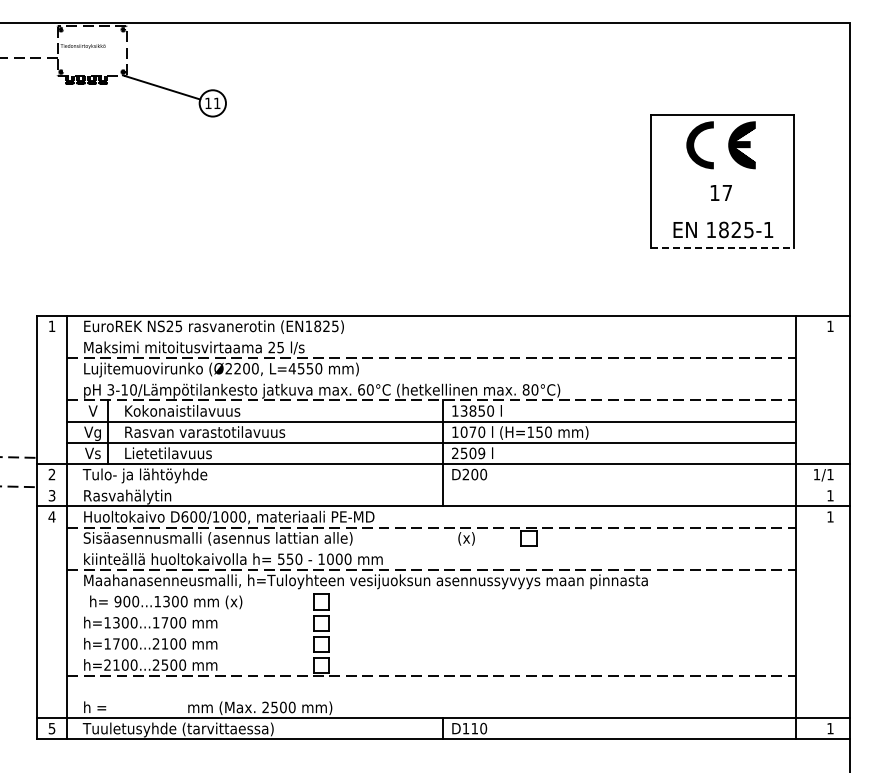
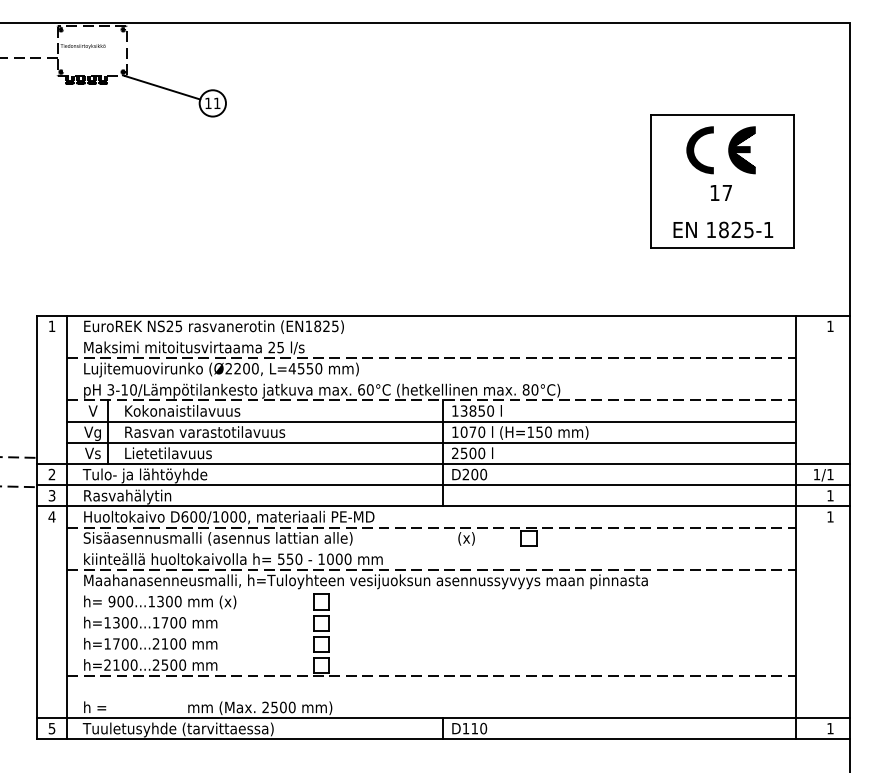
part at (728, 145) position: (728, 145) -> (728, 150)
line at (722, 248): dashed -> solid
text at (481, 453): 2509 -> 2500
line at (442, 485): none -> present
text at (166, 602) position: (166, 602) -> (160, 602)
